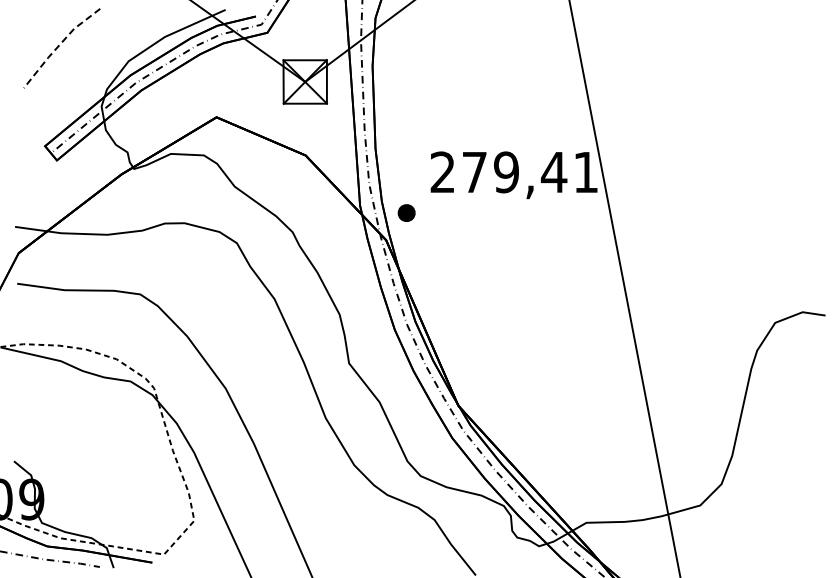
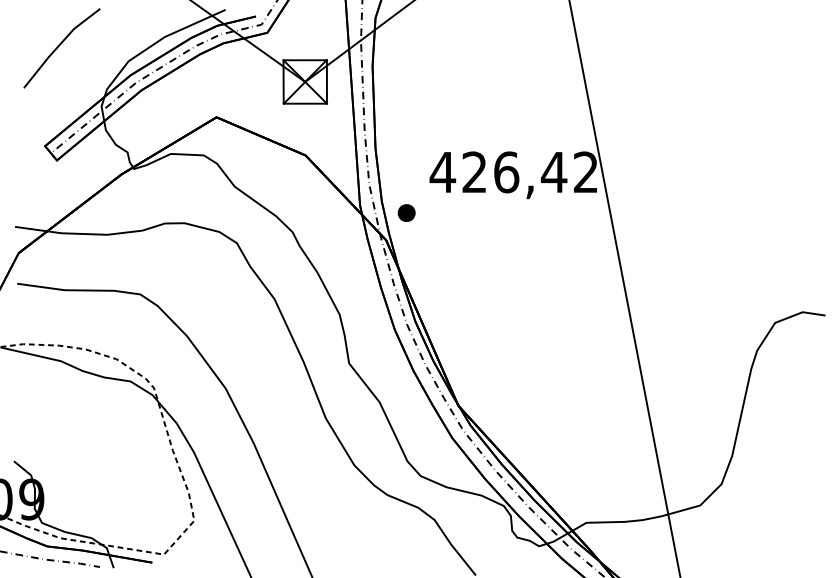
line at (58, 45): dashed -> solid
text at (513, 172): 279,41 -> 426,42
